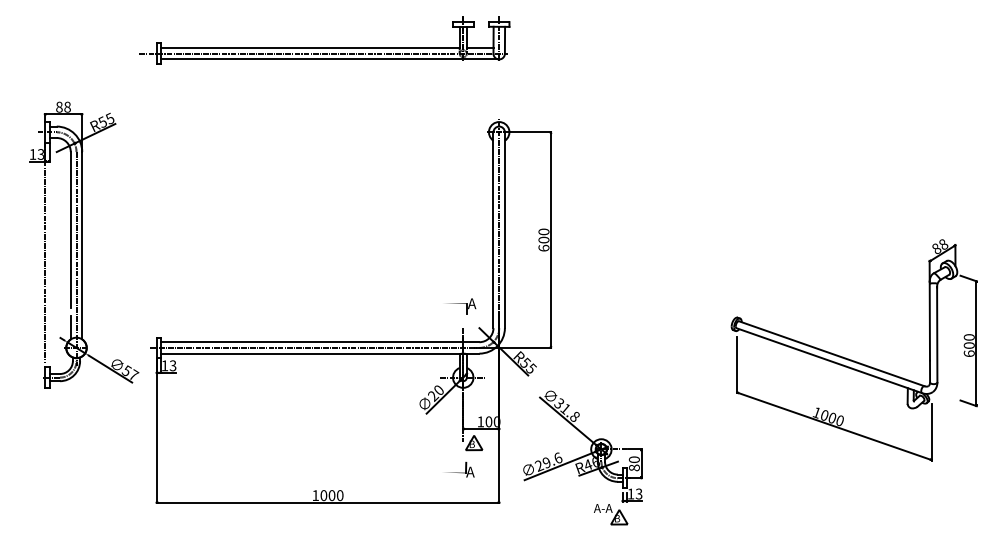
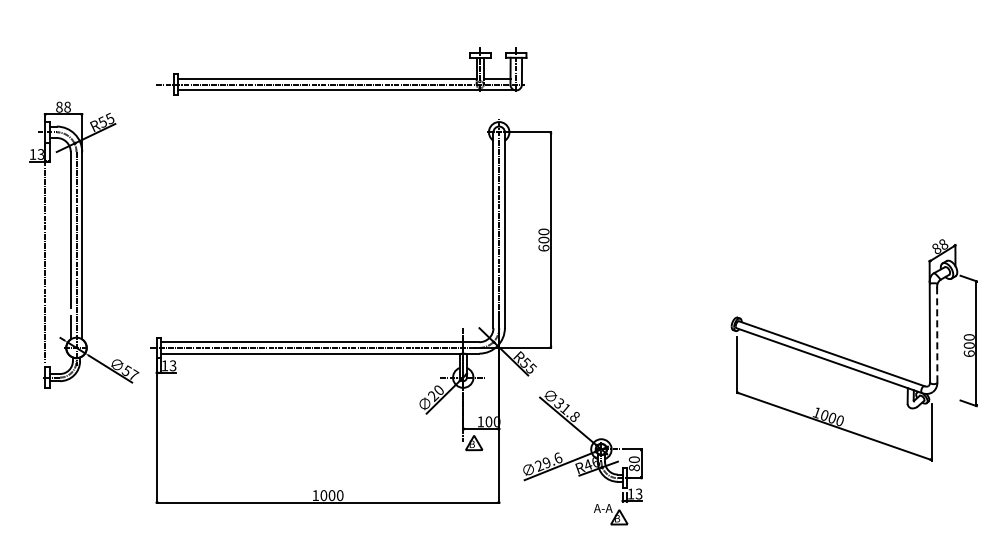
part at (324, 47) position: (324, 47) -> (341, 78)
part at (461, 306): present -> none
line at (937, 334): solid -> dashed
part at (459, 469): present -> none
